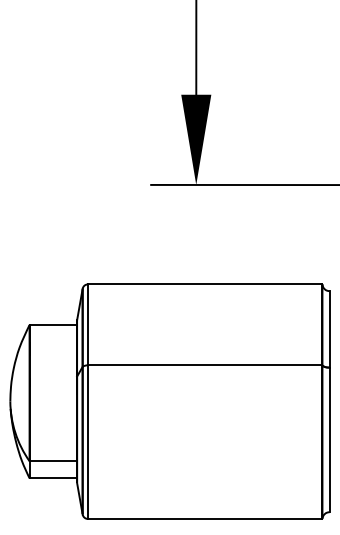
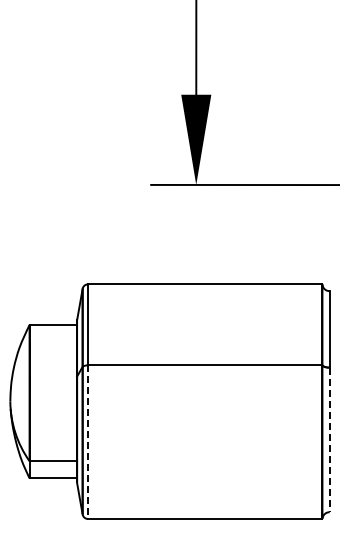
line at (329, 440): solid -> dashed
line at (87, 442): solid -> dashed
